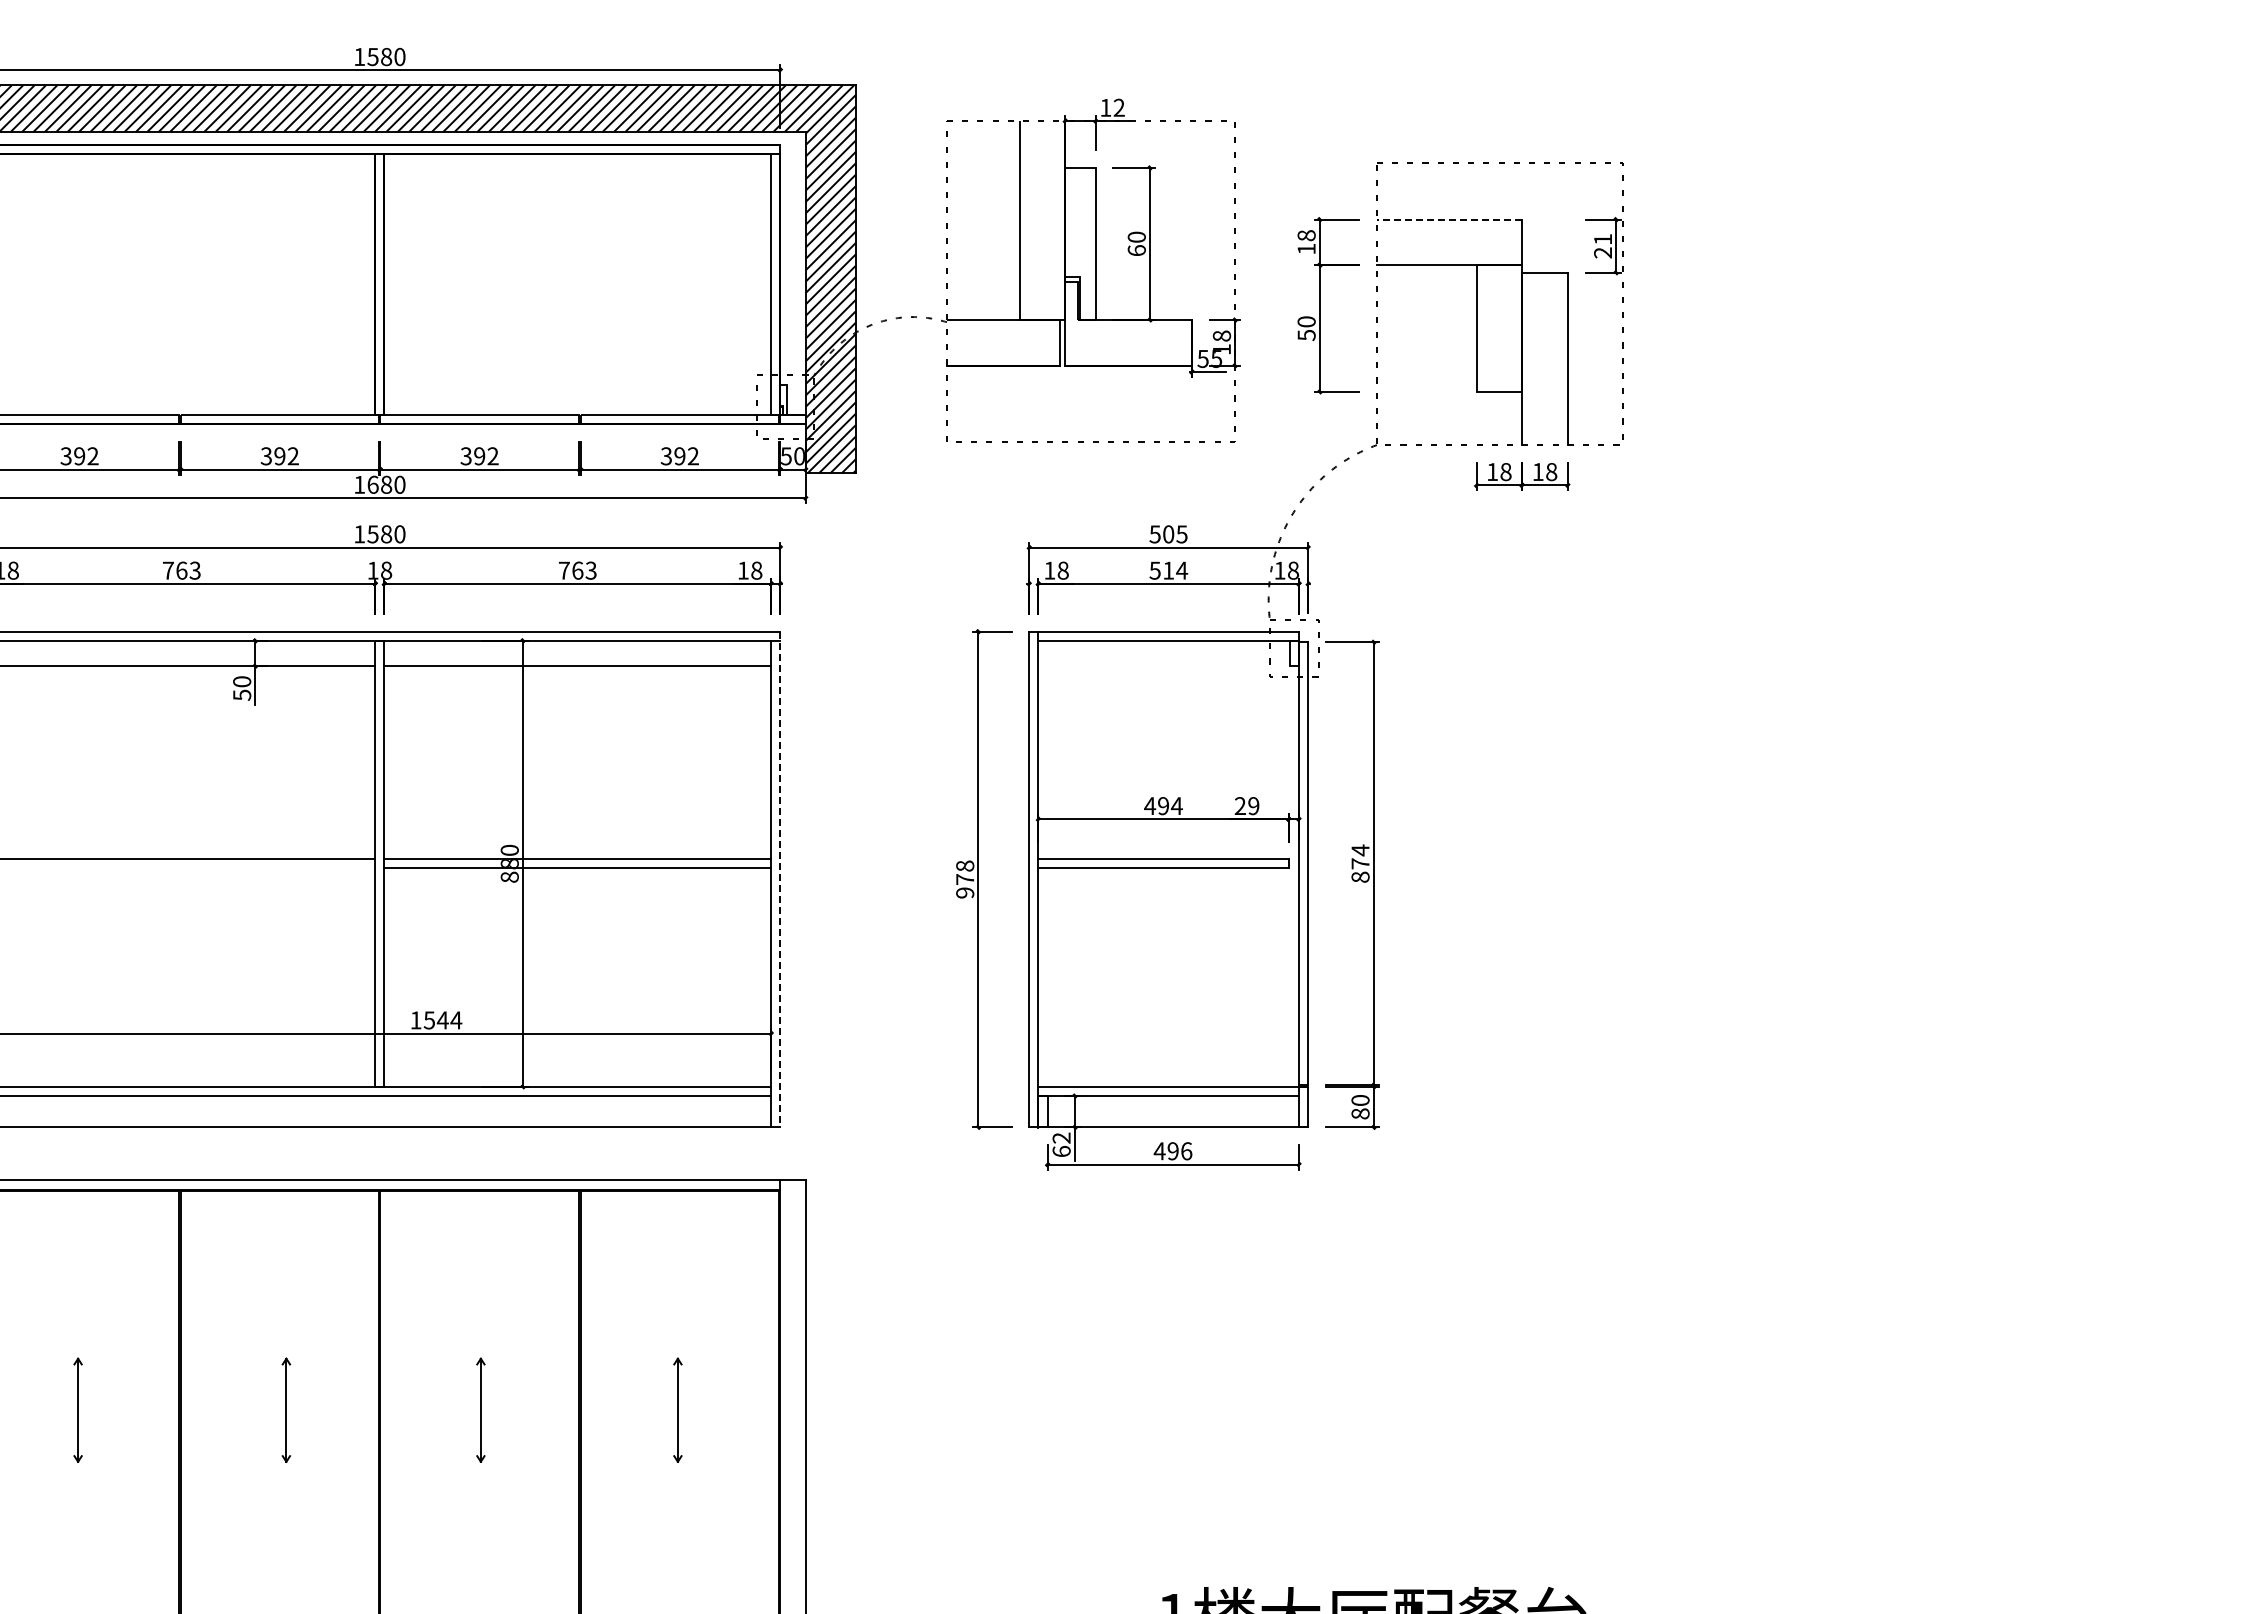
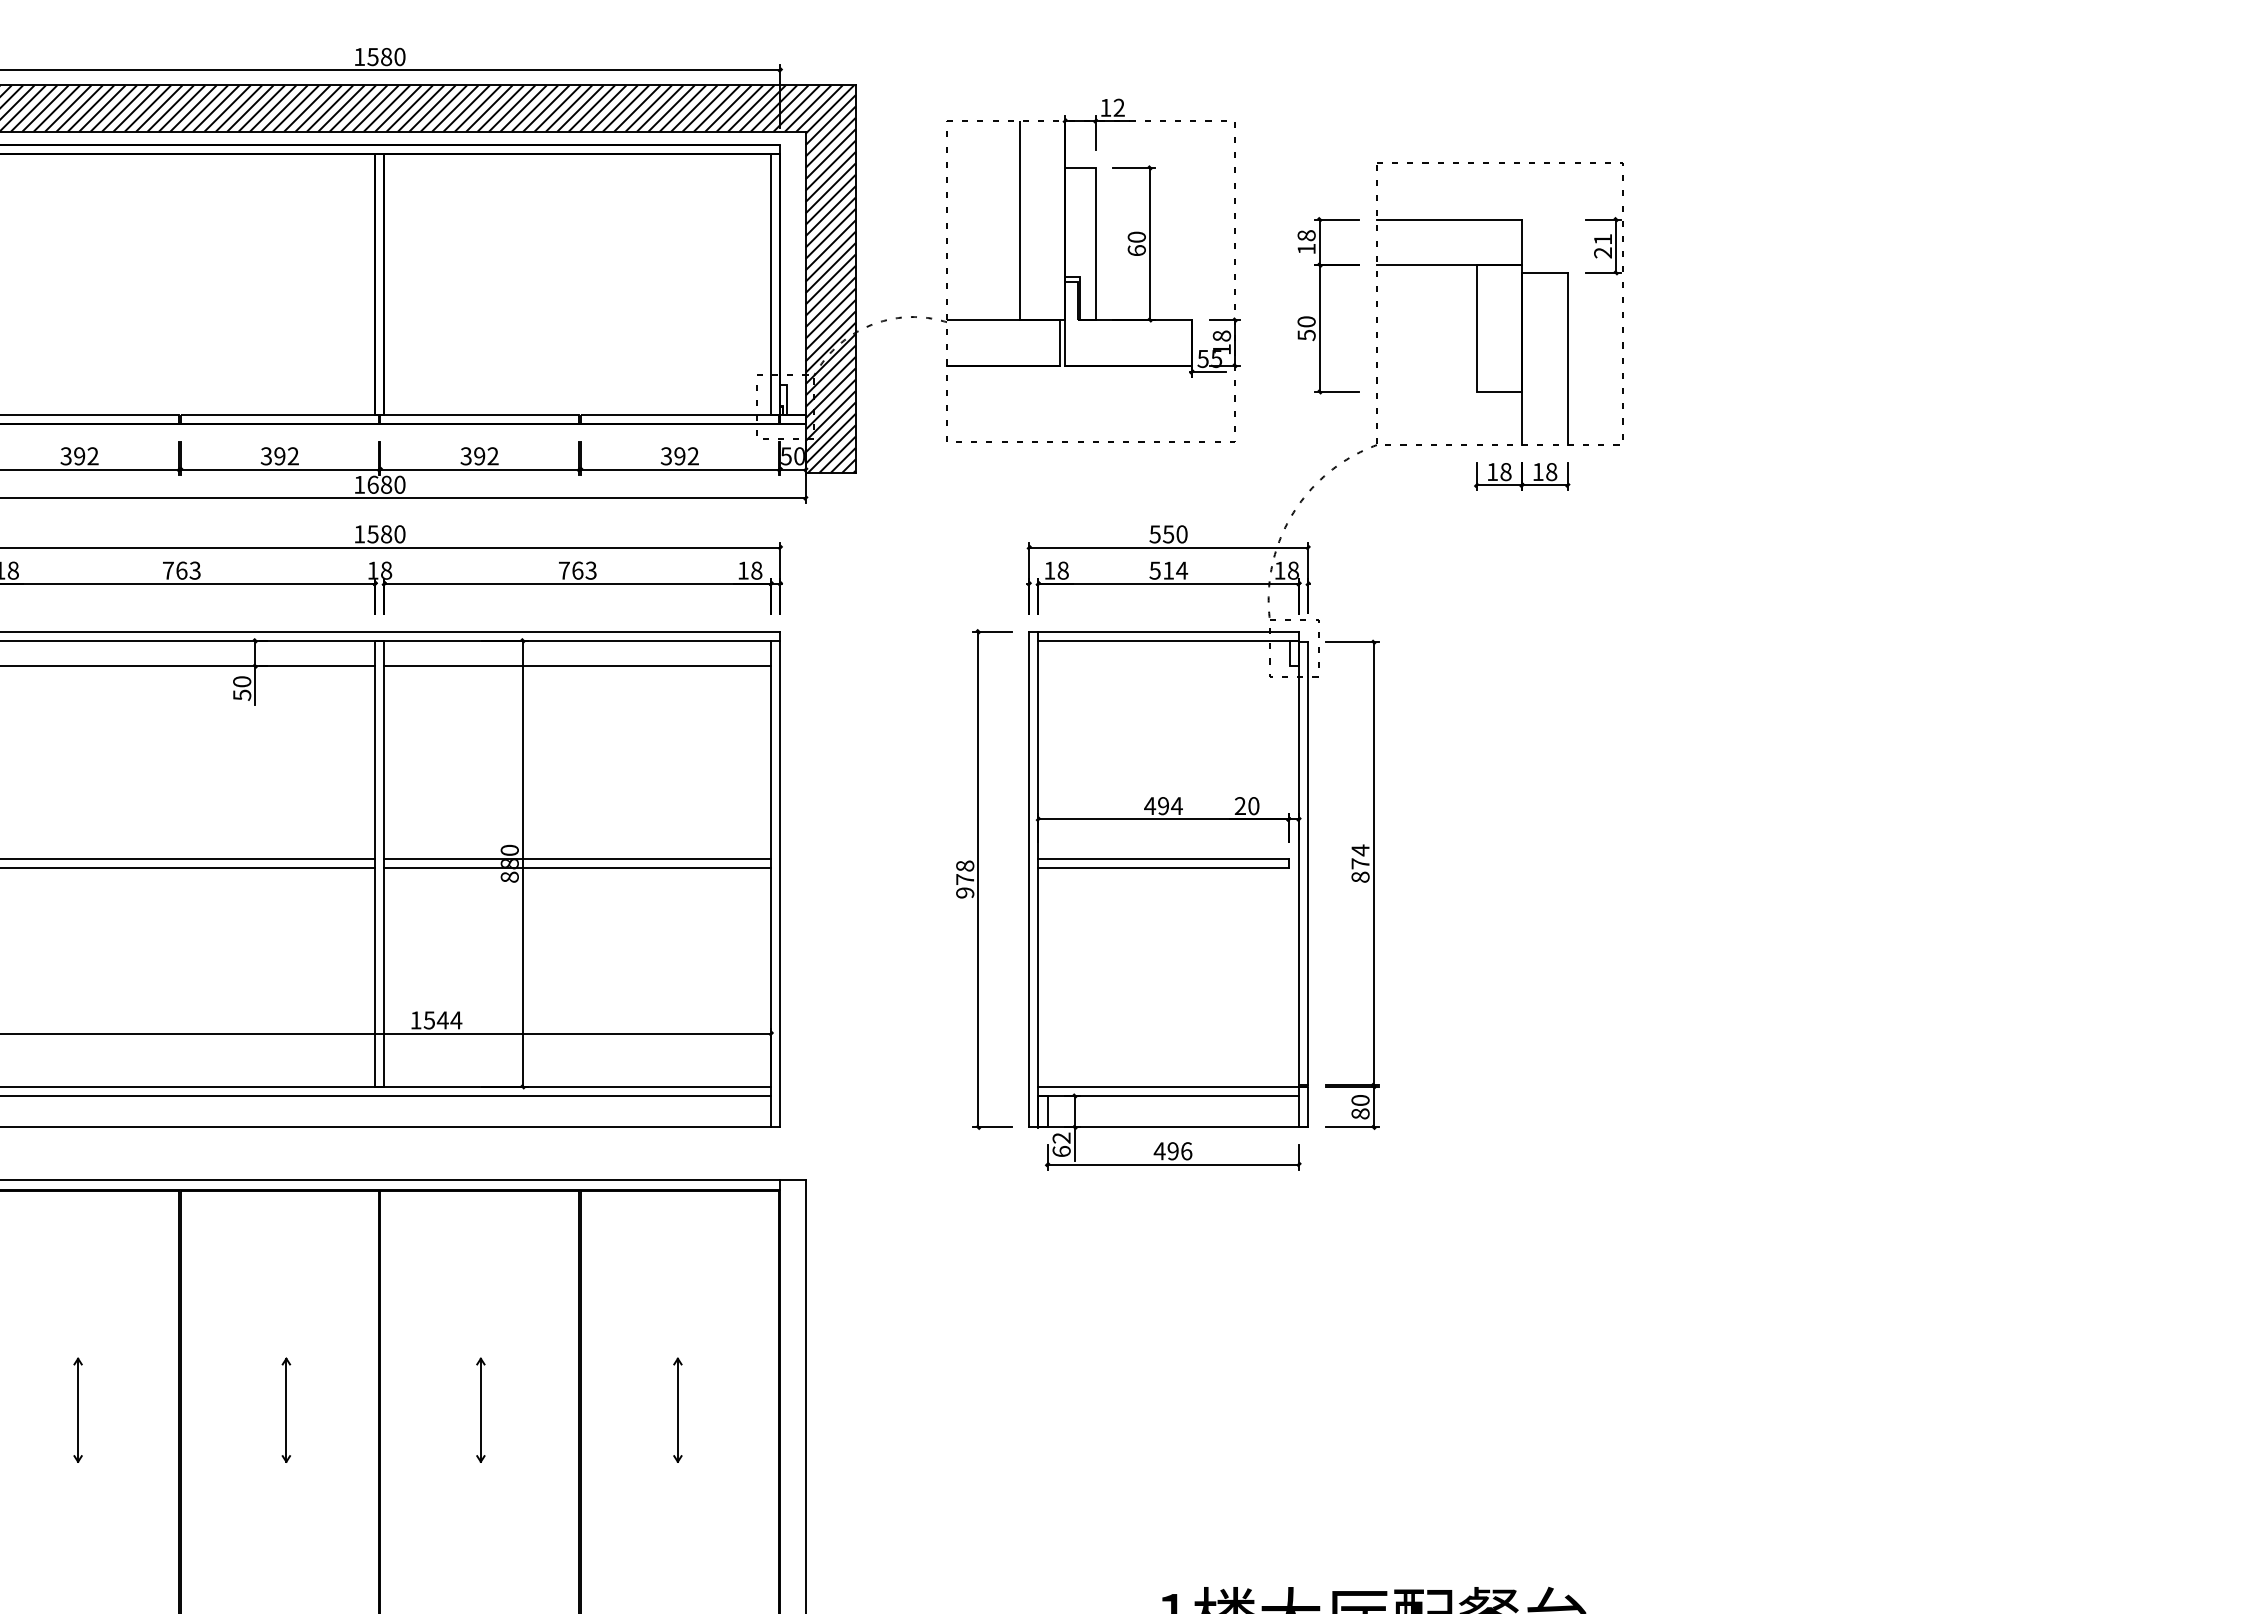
line at (1449, 219): dashed -> solid
text at (1174, 534): 505 -> 550
text at (1253, 806): 29 -> 20
line at (188, 868): none -> present
line at (780, 879): dashed -> solid
